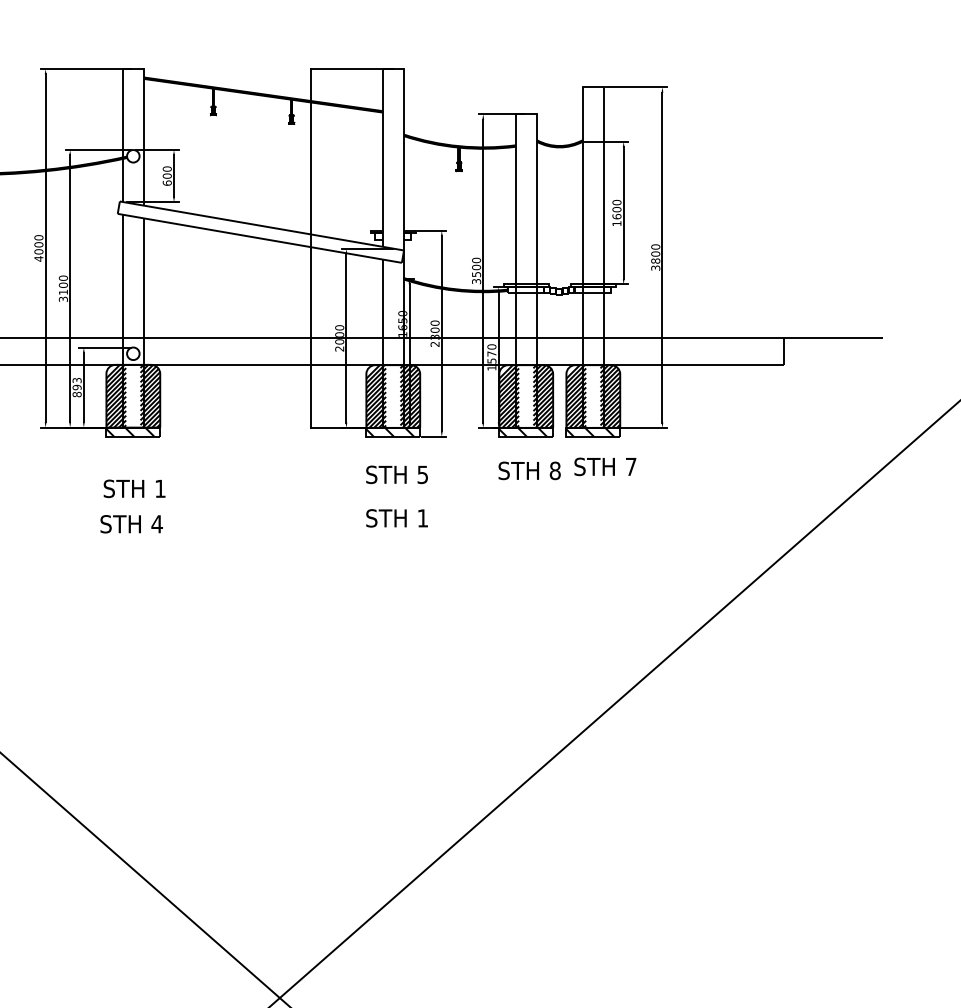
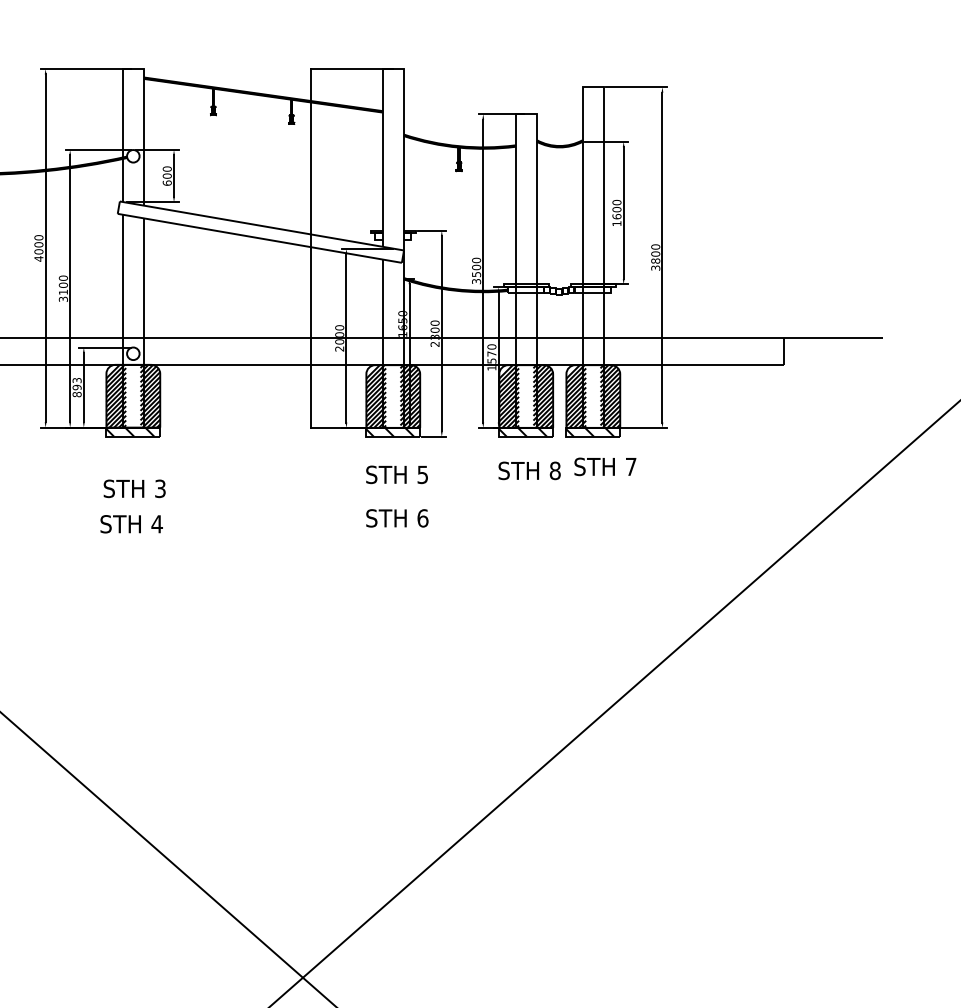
text at (160, 488): 1 -> 3
text at (422, 518): 1 -> 6
line at (144, 879) position: (144, 879) -> (167, 859)
